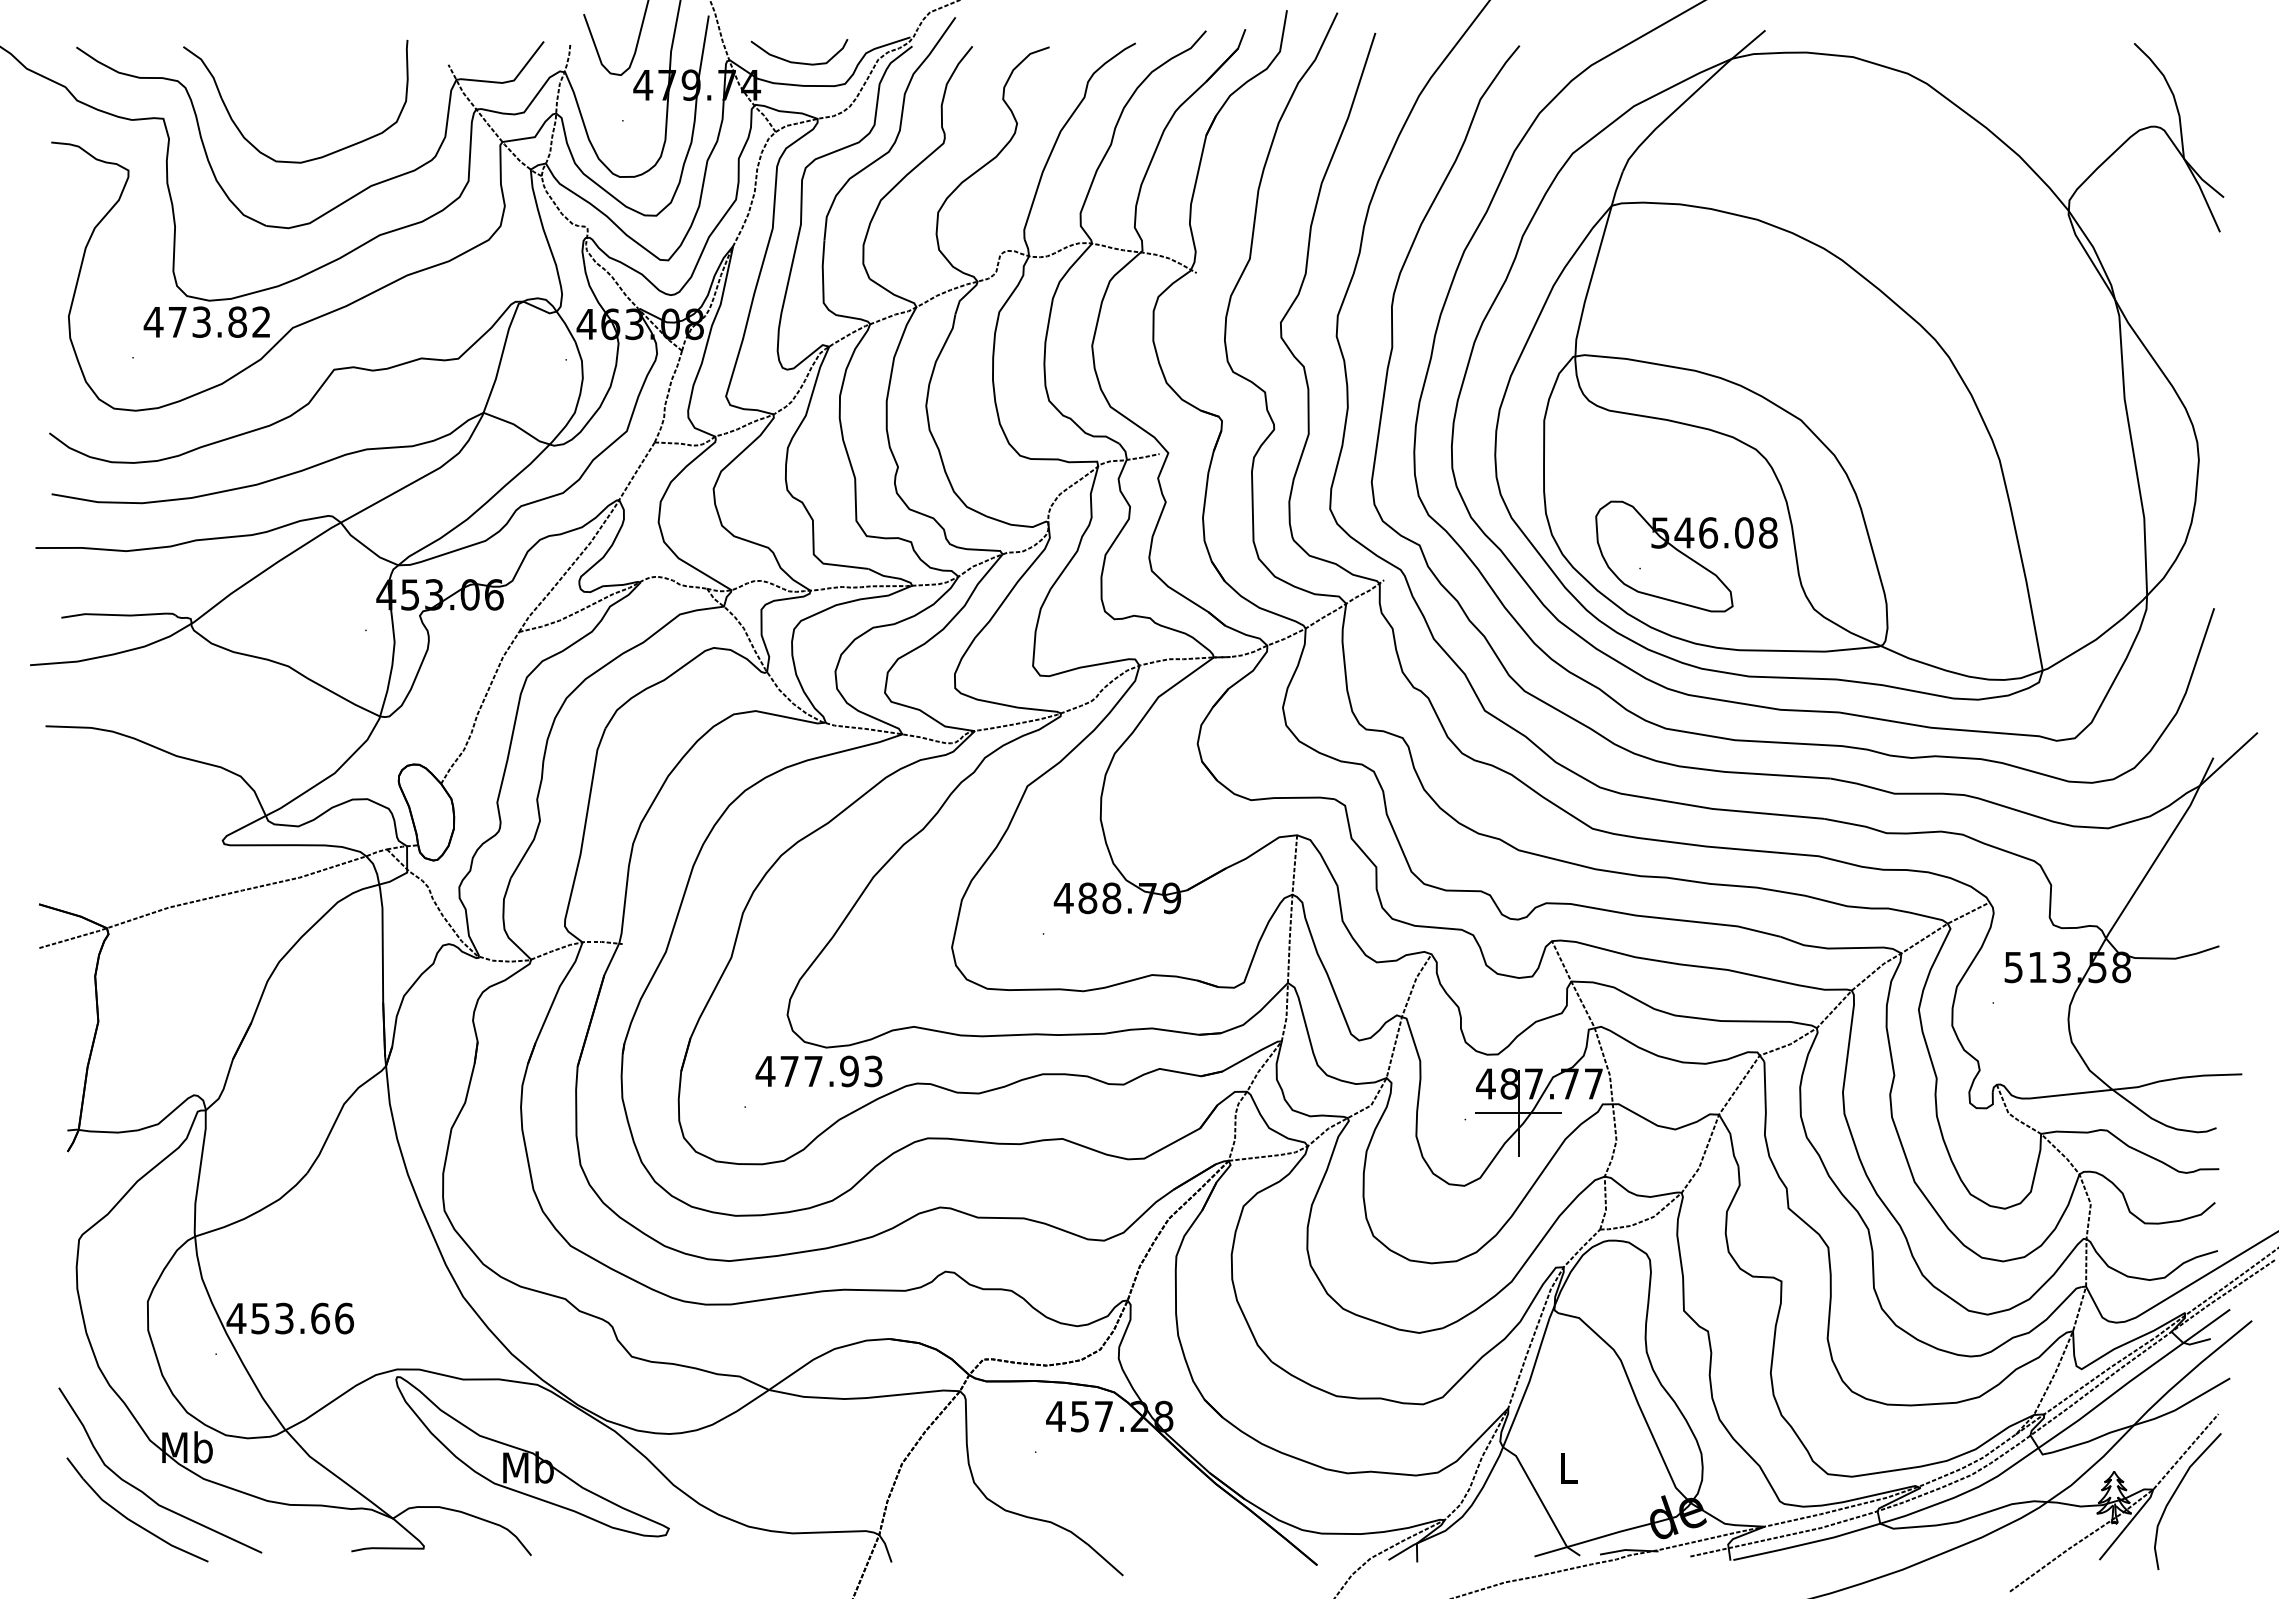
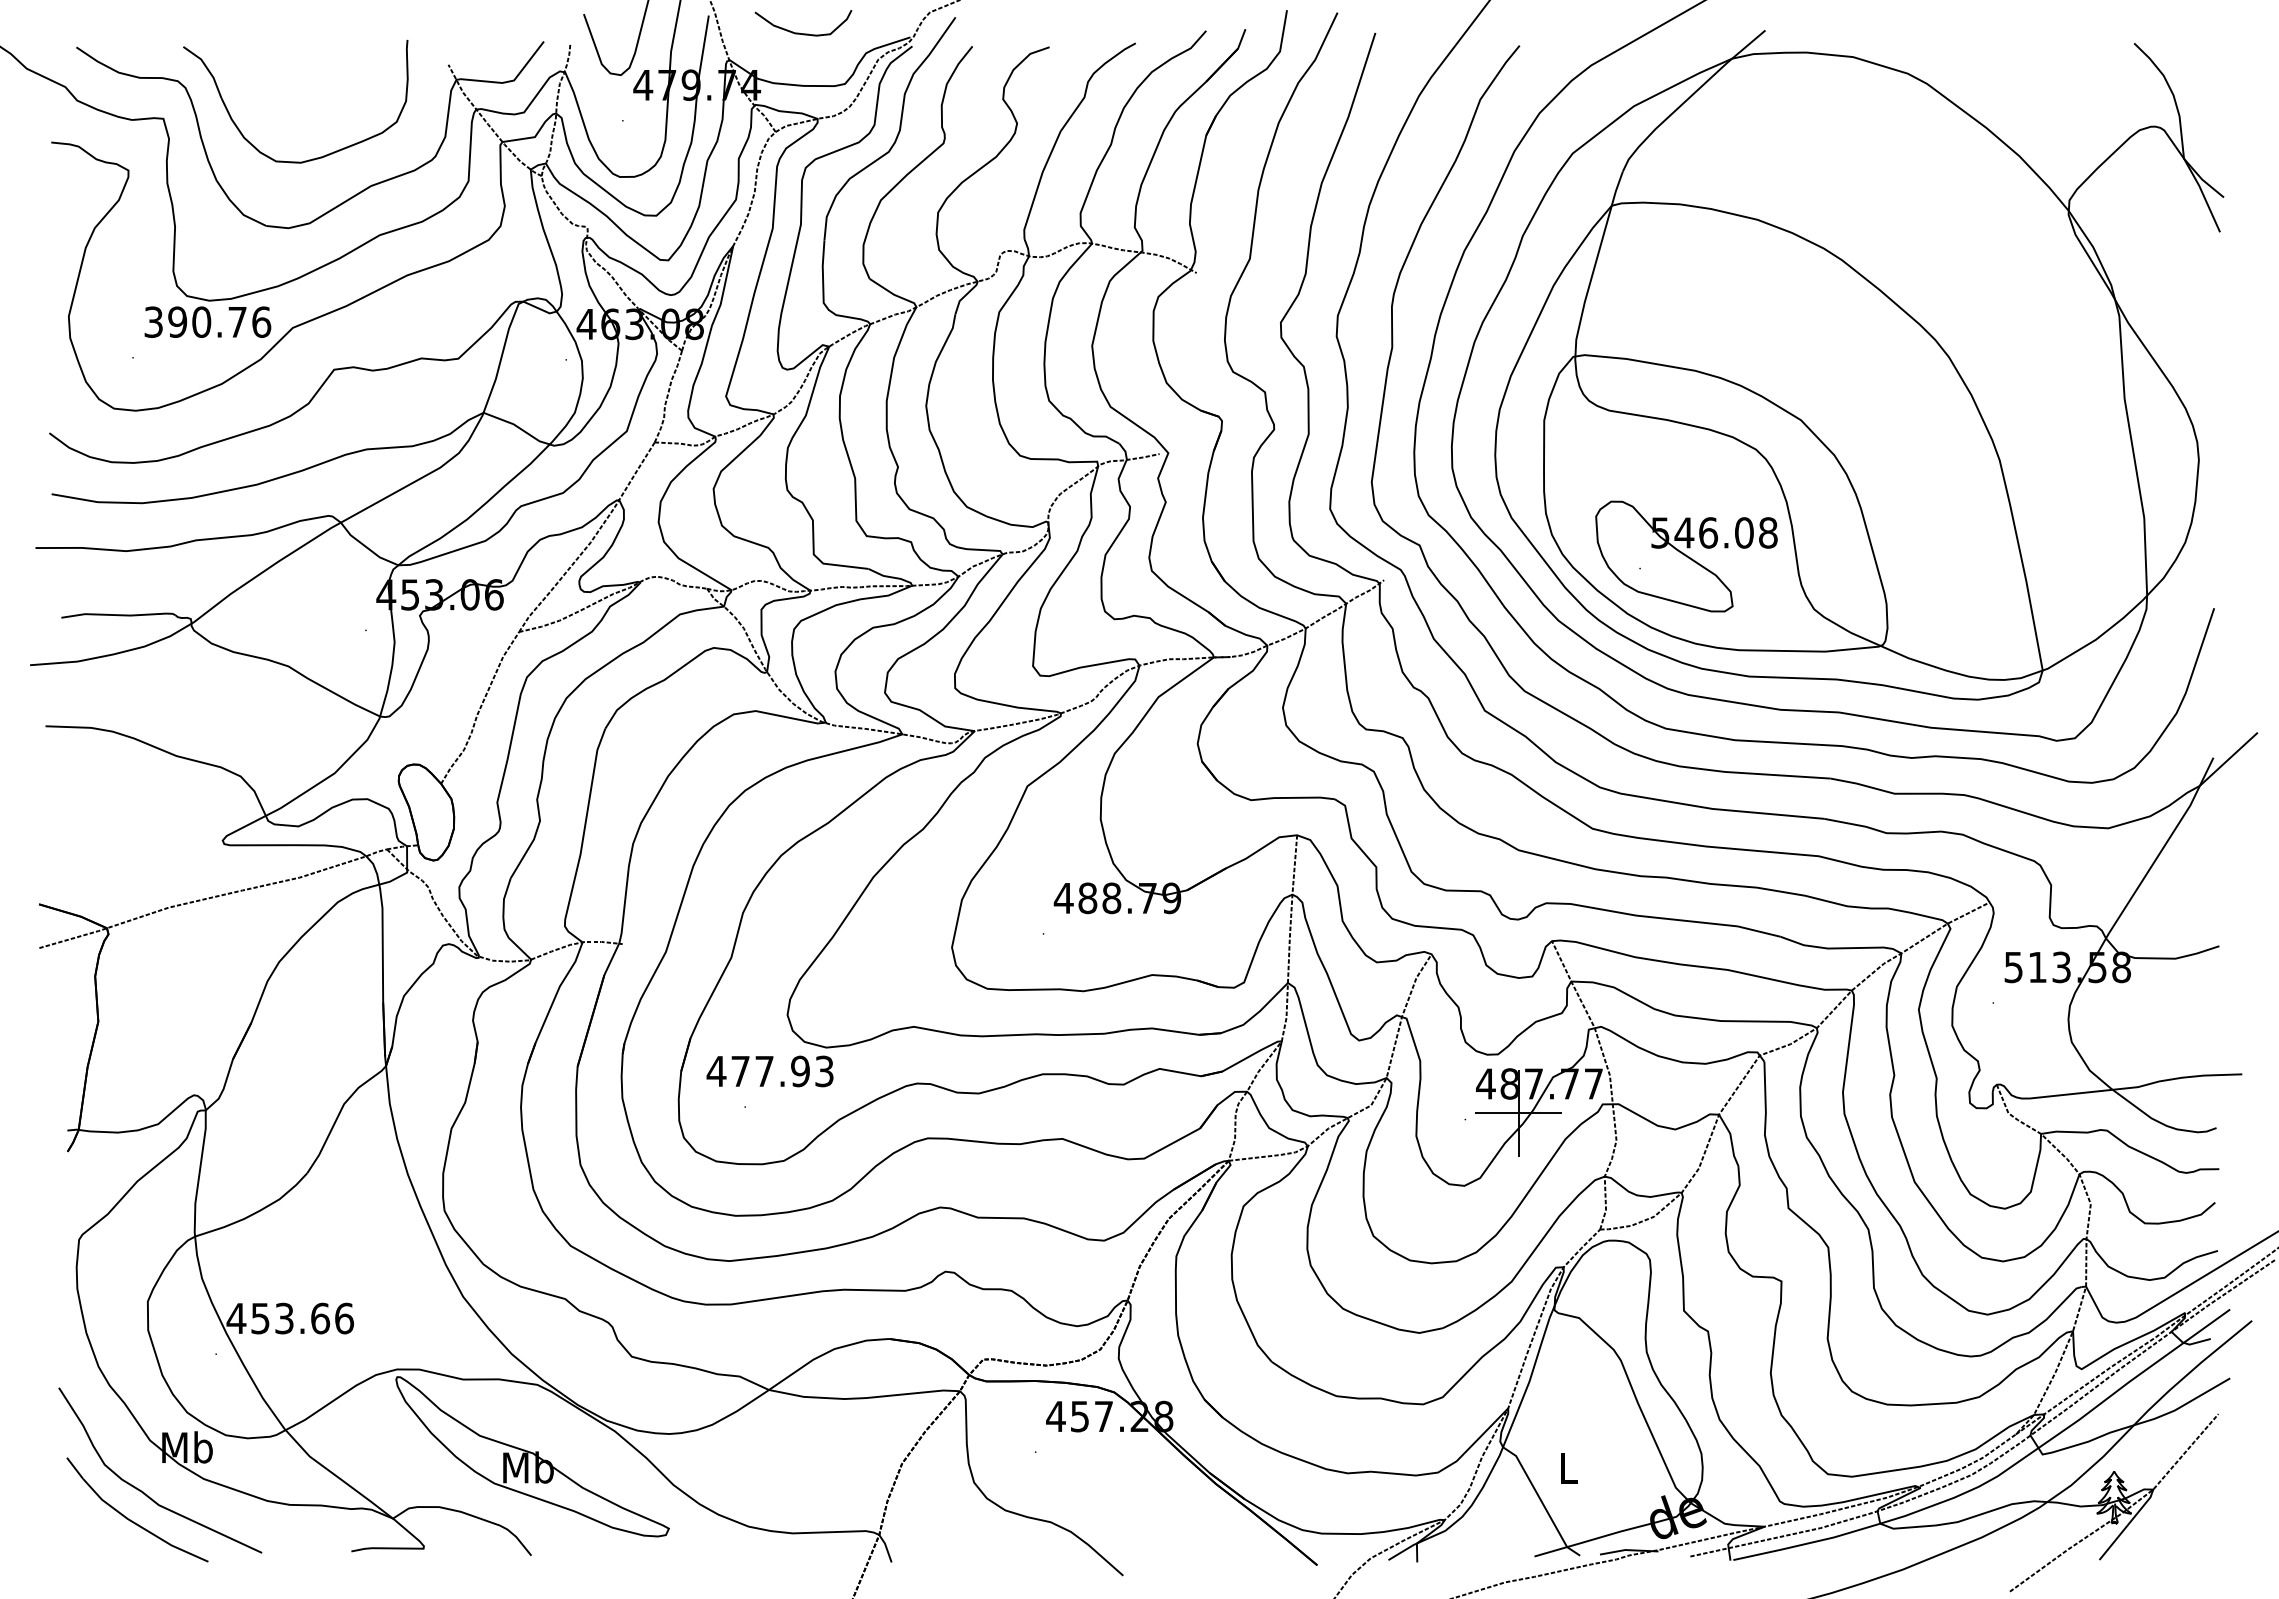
curve at (795, 61) position: (795, 61) -> (799, 32)
text at (207, 321): 473.82 -> 390.76
text at (818, 1071) position: (818, 1071) -> (769, 1071)
curve at (2175, 1493): present -> none
